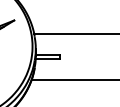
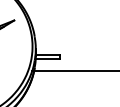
line at (75, 34): present -> none
line at (73, 79) position: (73, 79) -> (73, 70)
